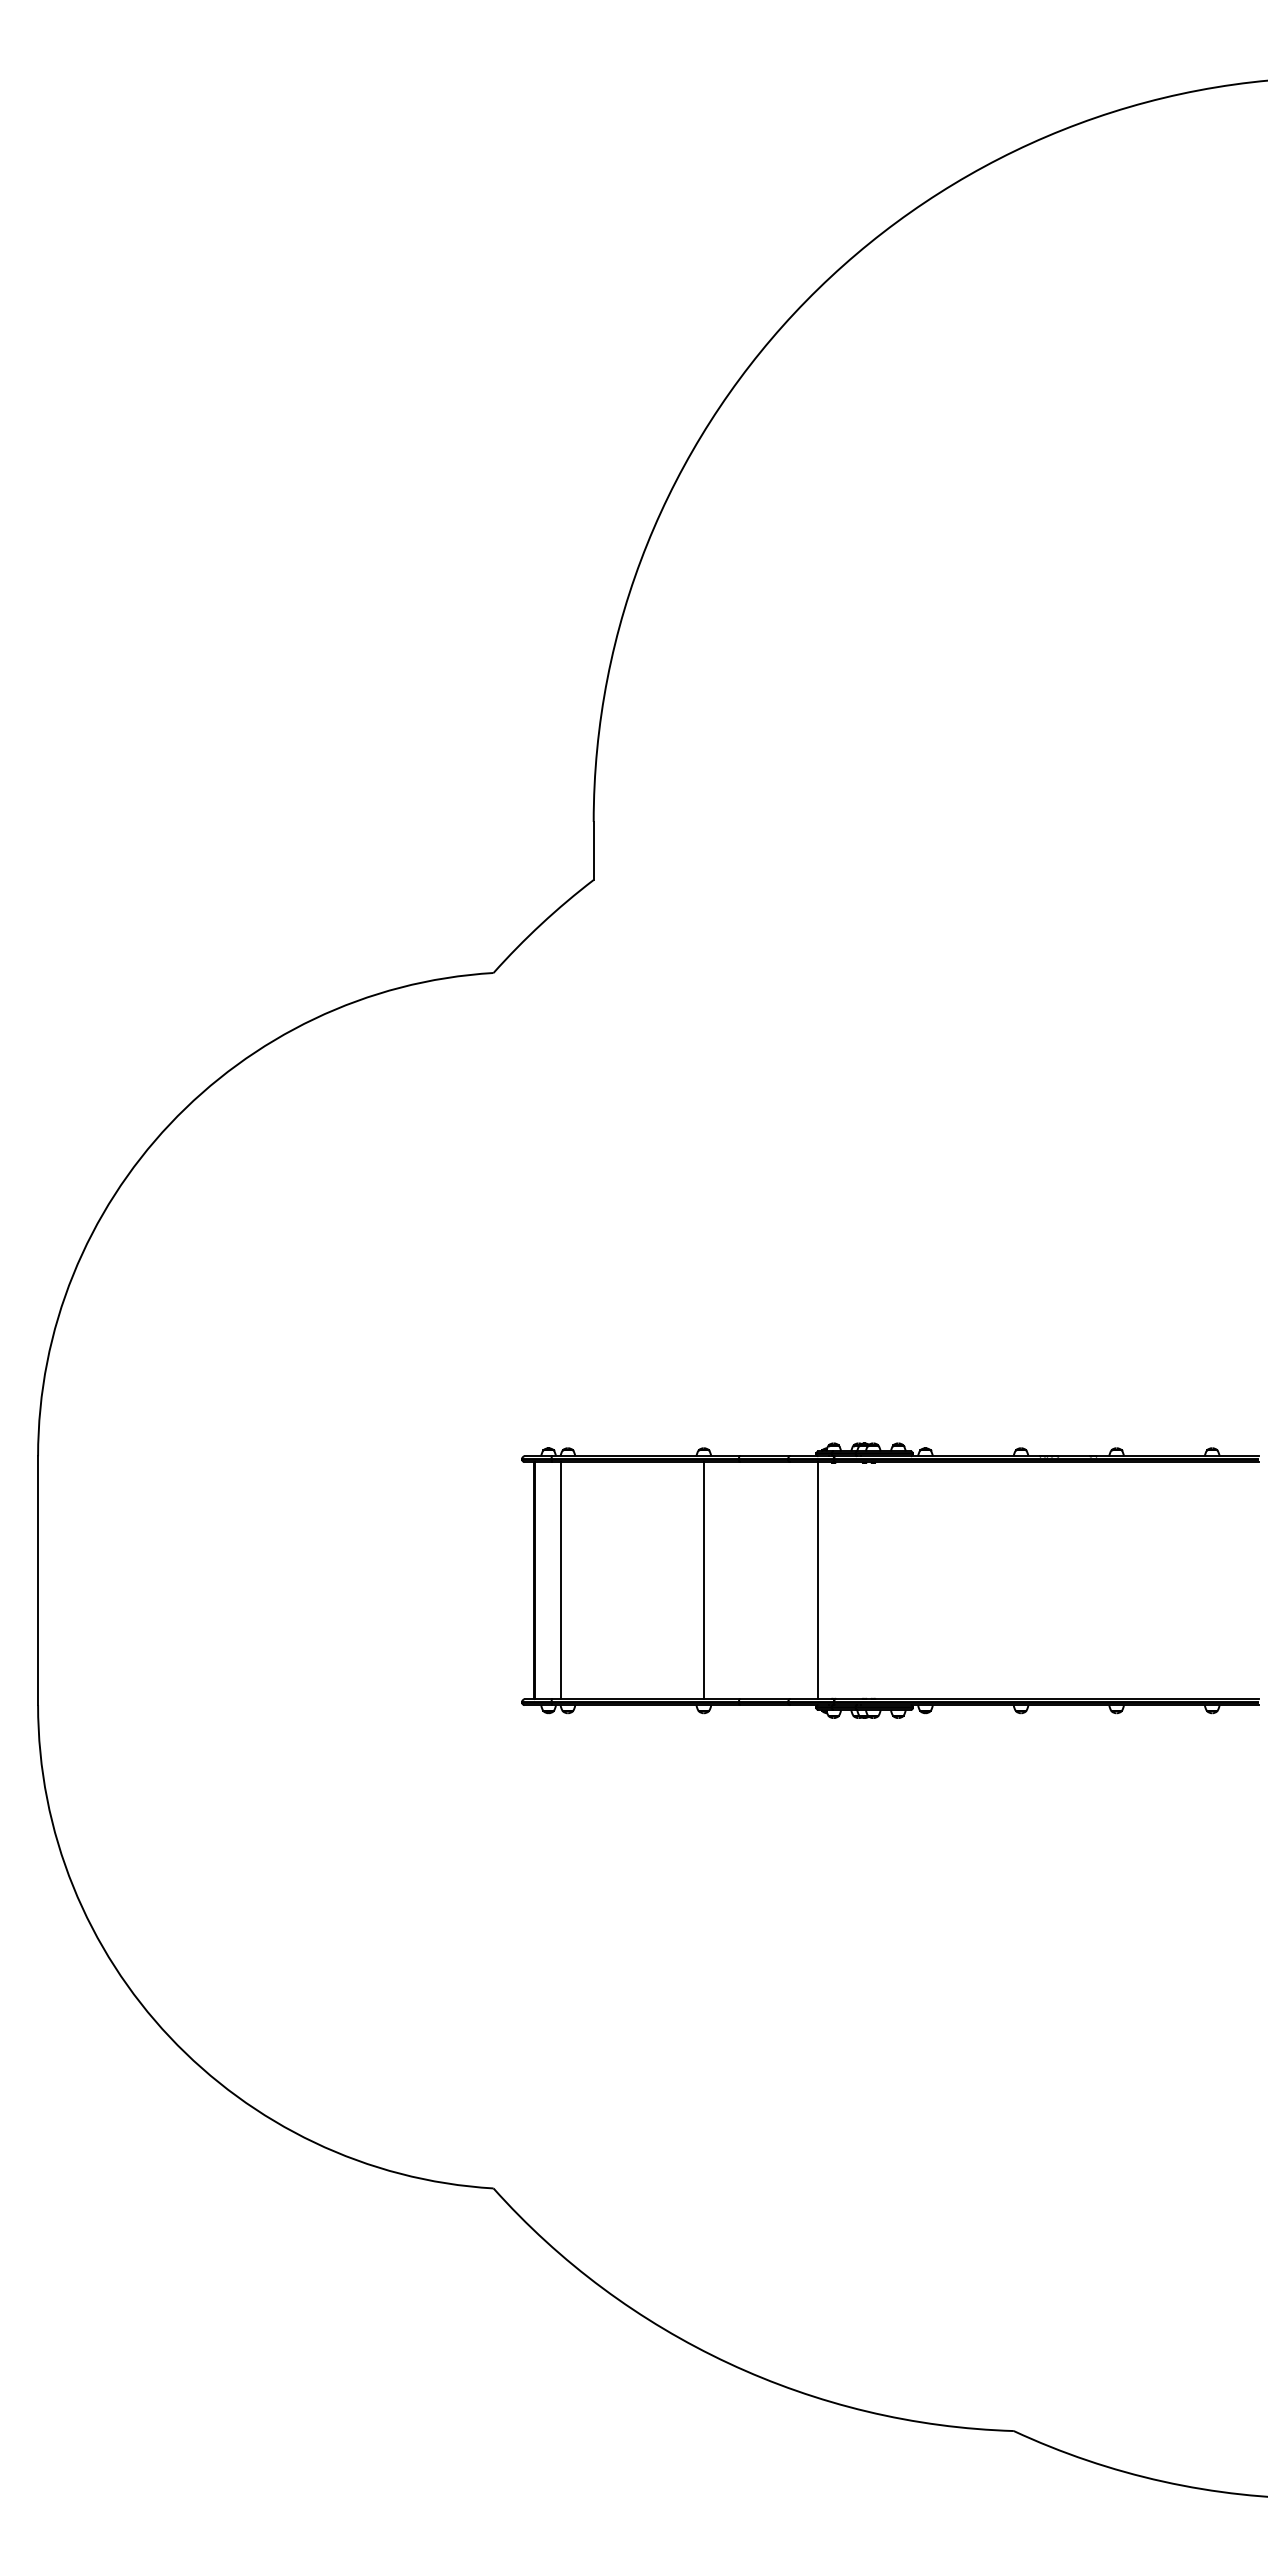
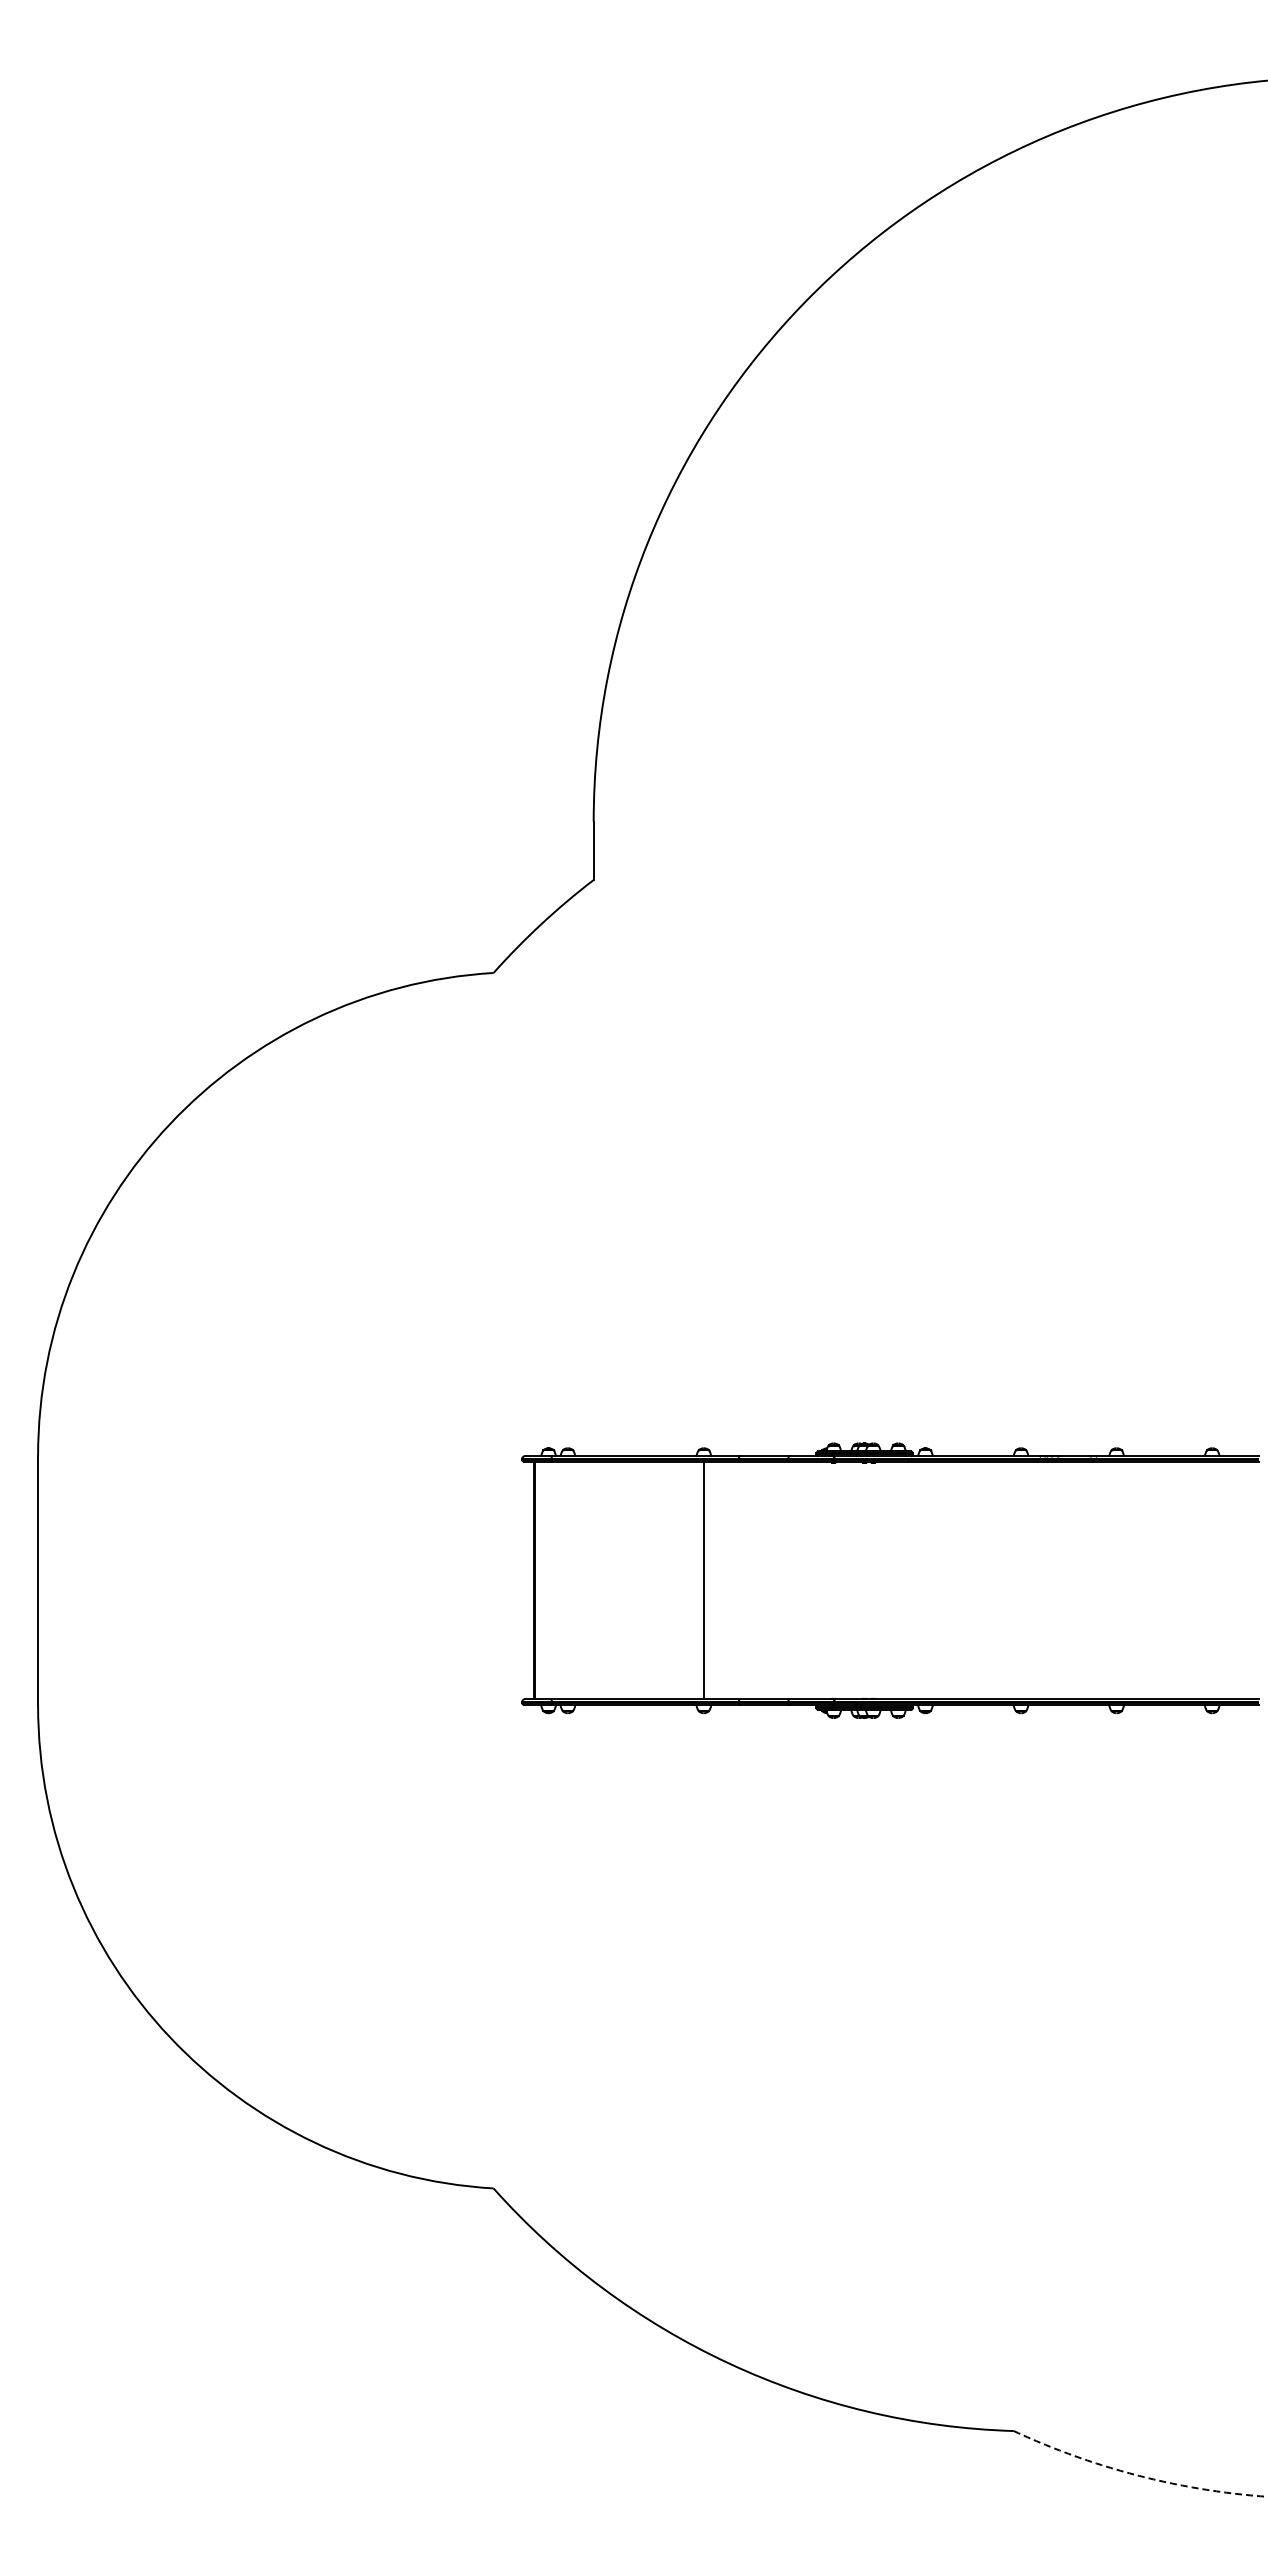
line at (561, 1580): present -> none
line at (818, 1580): present -> none
arc at (1138, 2475): solid -> dashed
